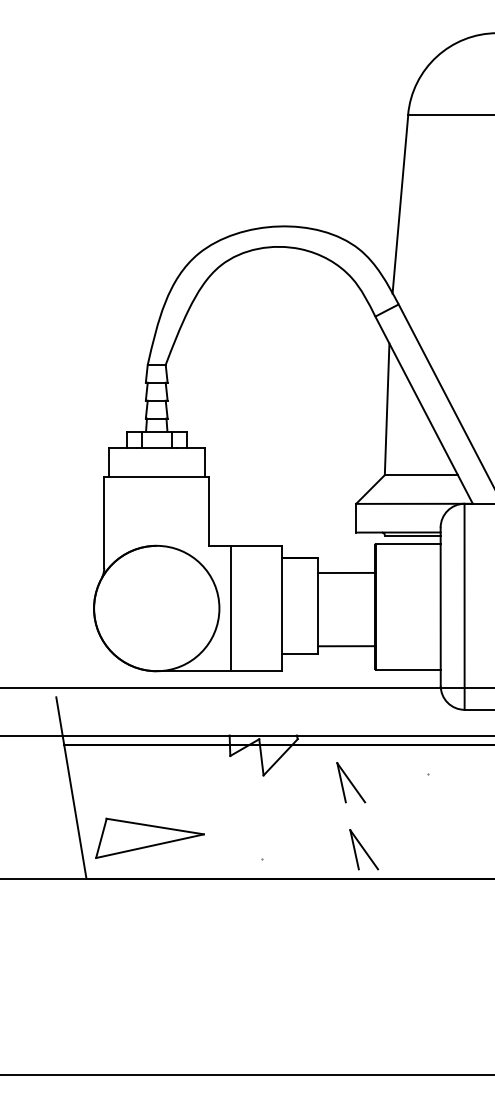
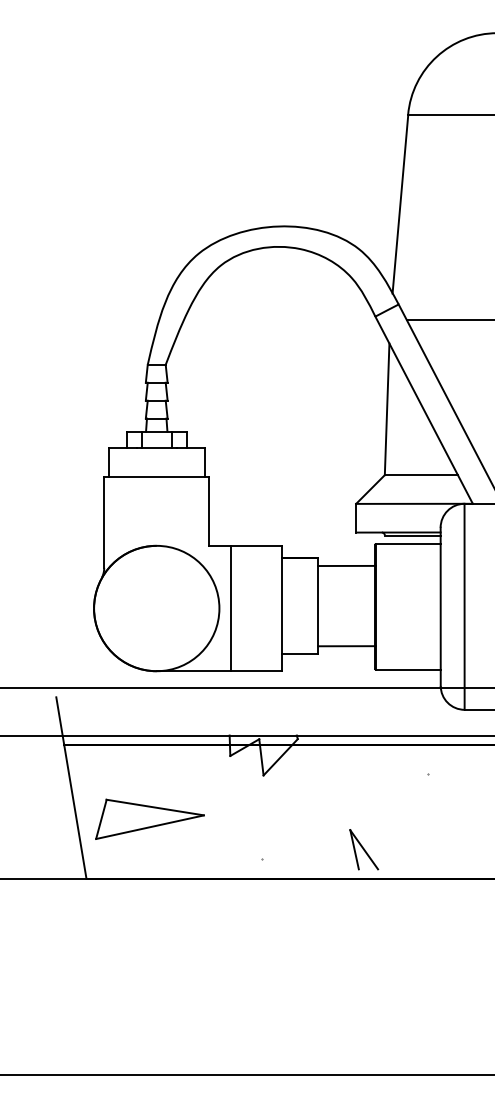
line at (448, 319): none -> present
line at (346, 572) position: (346, 572) -> (346, 565)
part at (351, 782): present -> none
part at (149, 837) position: (149, 837) -> (149, 818)
